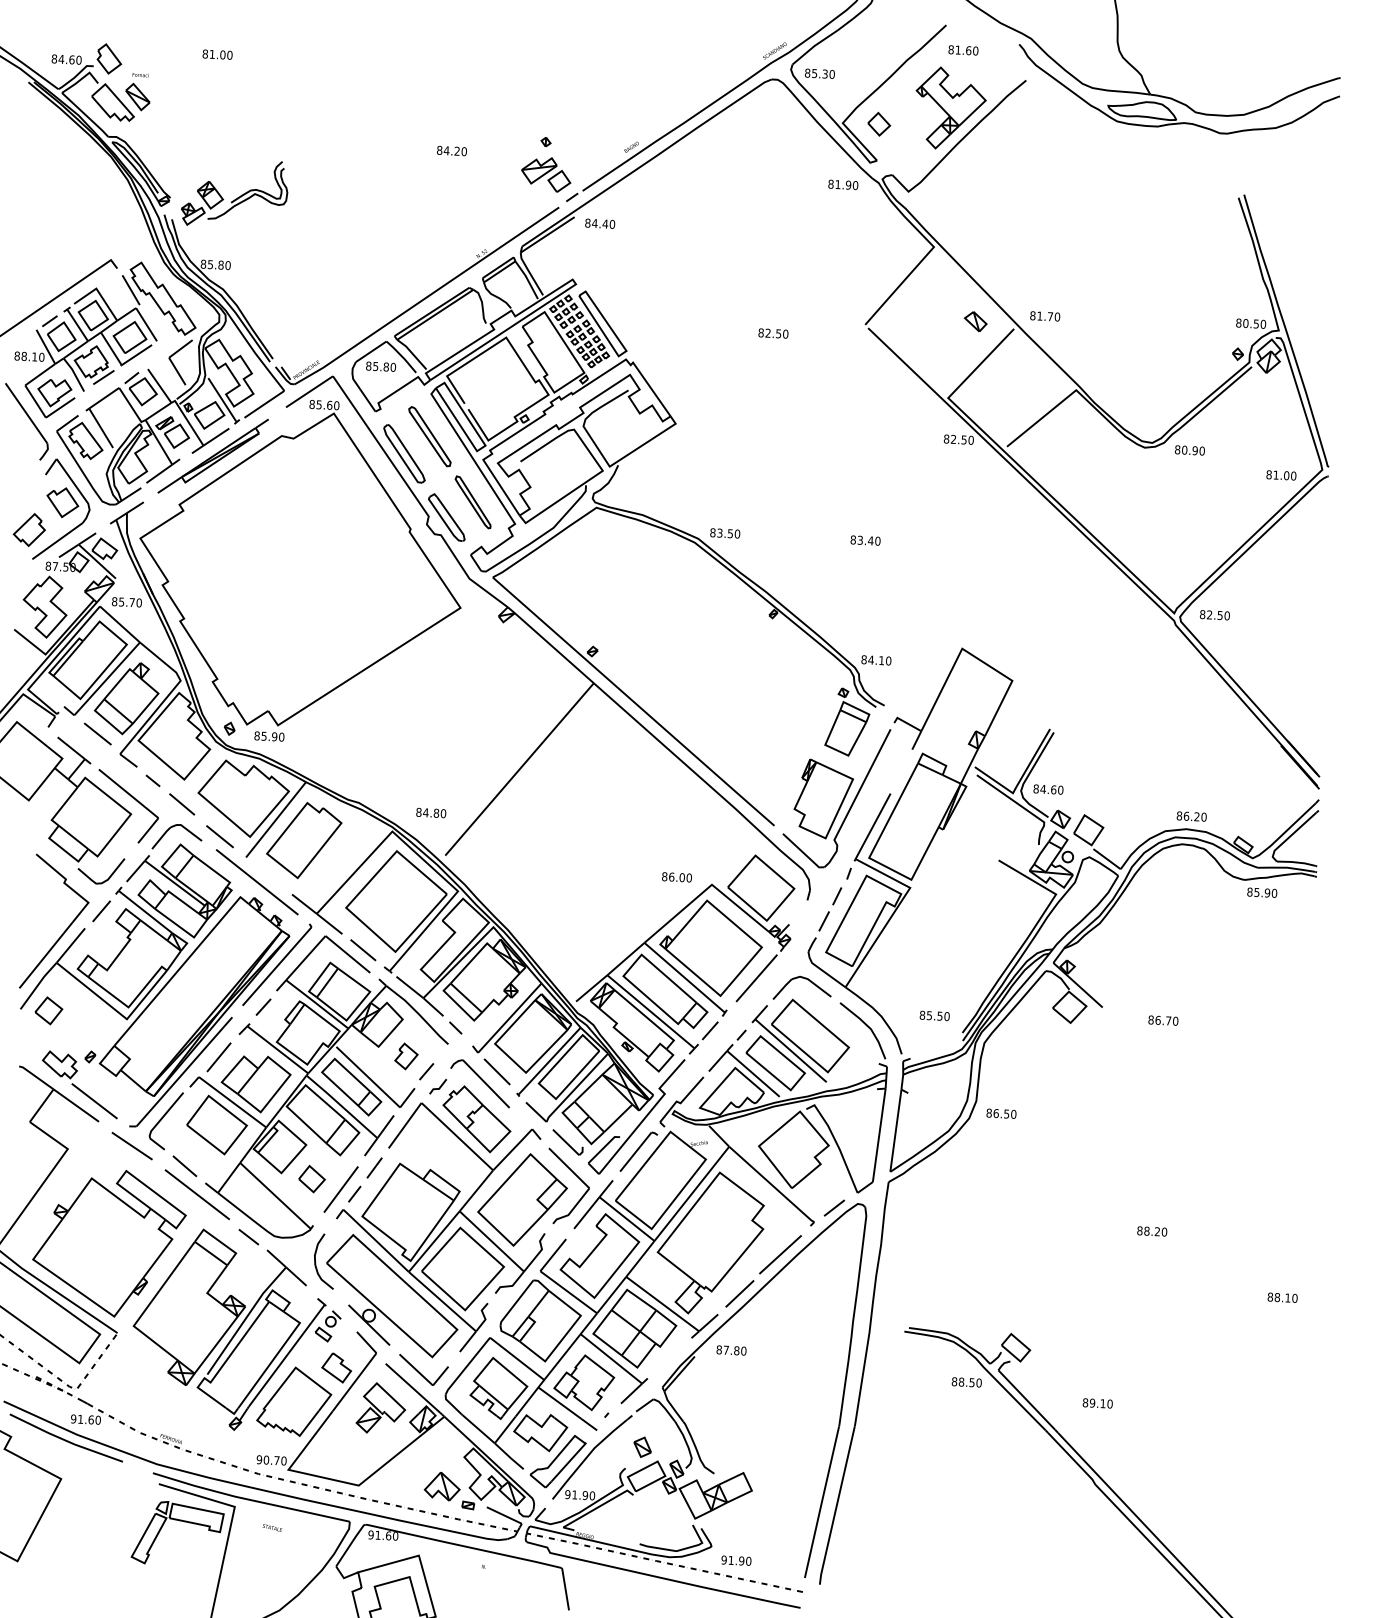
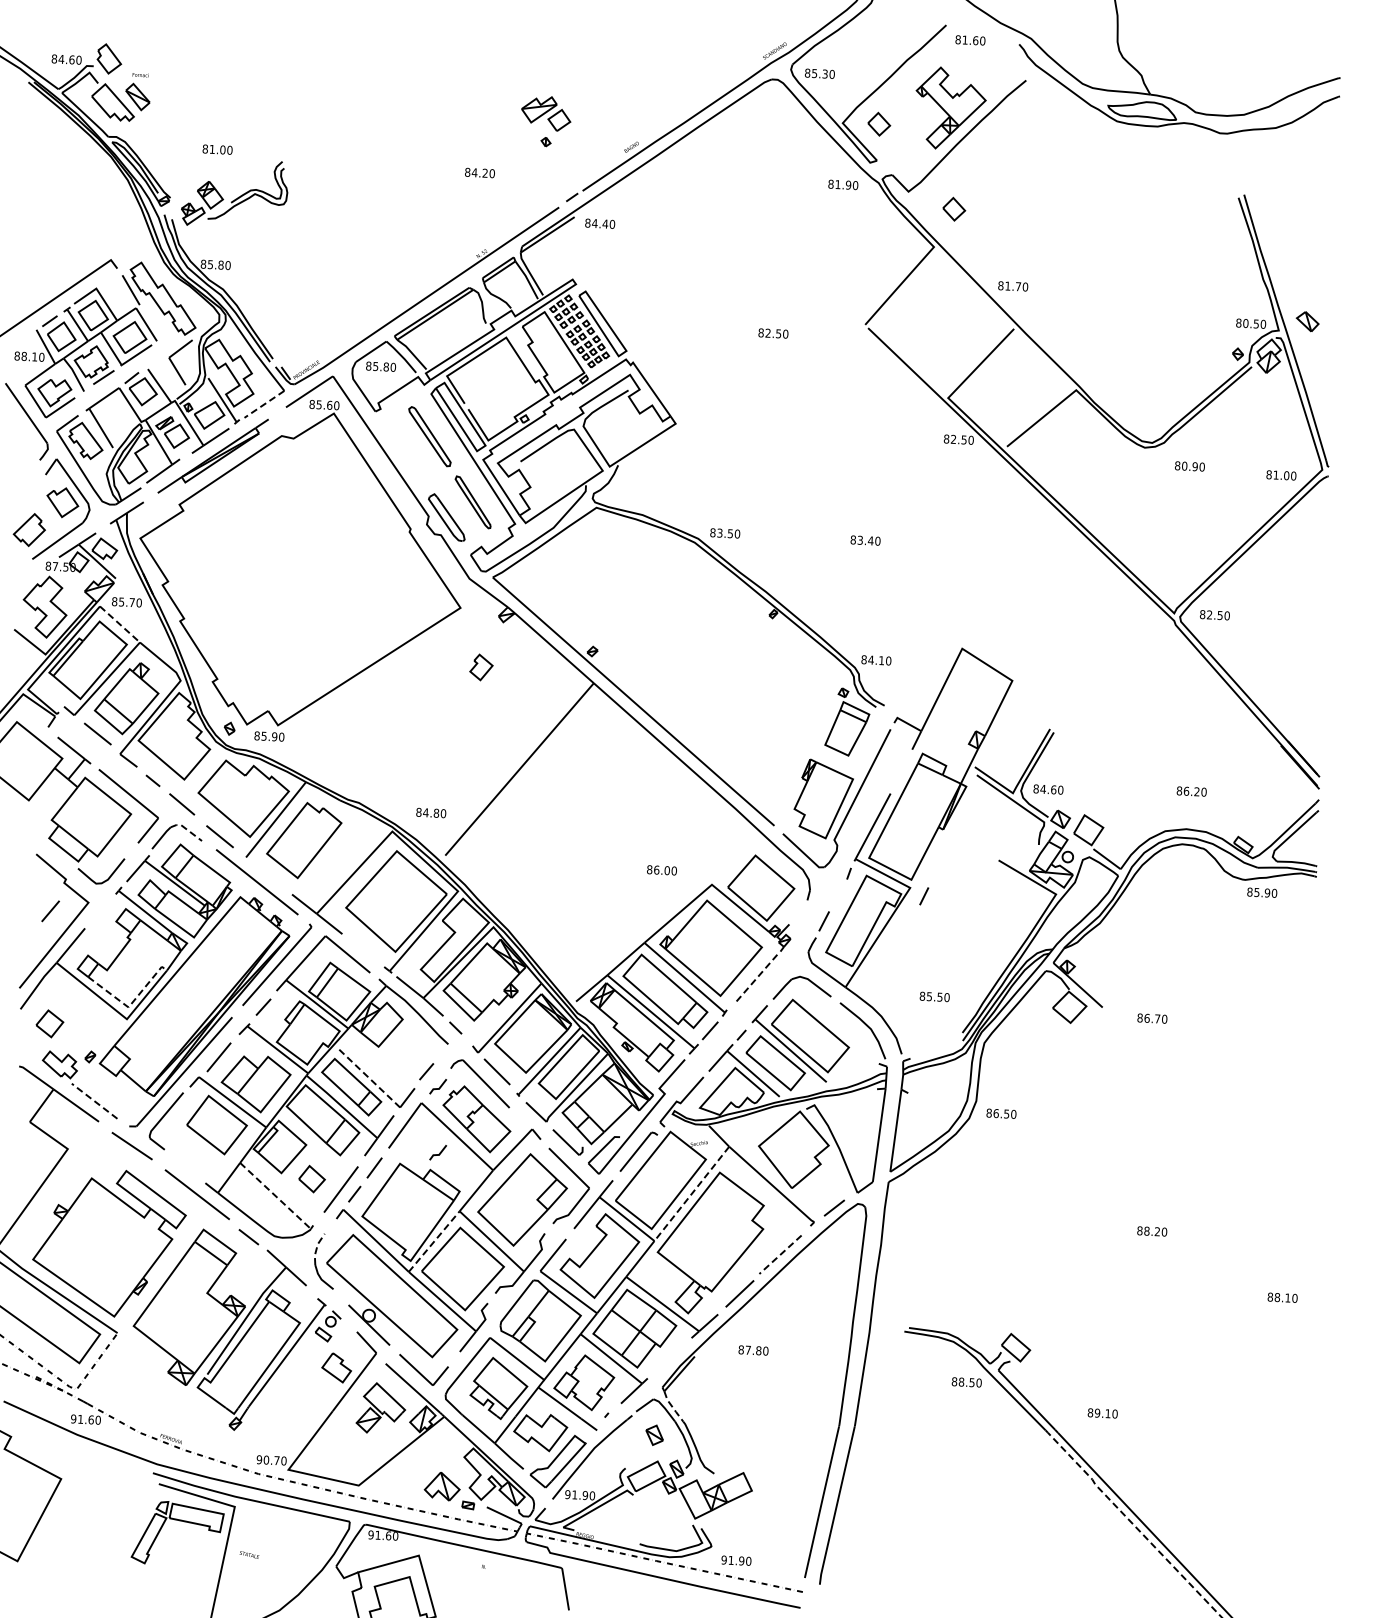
text at (963, 50) position: (963, 50) -> (970, 40)
text at (217, 54) position: (217, 54) -> (217, 149)
text at (451, 150) position: (451, 150) -> (479, 172)
part at (546, 174) position: (546, 174) -> (546, 113)
part at (954, 208): none -> present
text at (1045, 316) position: (1045, 316) -> (1013, 286)
part at (975, 321) position: (975, 321) -> (1307, 321)
line at (264, 404): solid -> dashed
text at (1189, 450) position: (1189, 450) -> (1189, 466)
part at (404, 453): present -> none
line at (120, 624): solid -> dashed
text at (1191, 816) position: (1191, 816) -> (1191, 791)
line at (186, 829): solid -> dashed
text at (676, 877) position: (676, 877) -> (661, 870)
line at (837, 896) position: (837, 896) -> (924, 896)
line at (101, 911) position: (101, 911) -> (50, 911)
line at (363, 950): present -> none
line at (756, 978): solid -> dashed
line at (131, 1003): solid -> dashed
part at (48, 1010) position: (48, 1010) -> (49, 1023)
text at (934, 1015) position: (934, 1015) -> (934, 996)
text at (1163, 1020) position: (1163, 1020) -> (1152, 1018)
part at (406, 1056) position: (406, 1056) -> (481, 667)
line at (367, 1076): solid -> dashed
line at (94, 1101): solid -> dashed
line at (439, 1152): none -> present
line at (184, 1166): present -> none
line at (691, 1194): solid -> dashed
line at (275, 1196): solid -> dashed
line at (434, 1241): solid -> dashed
line at (316, 1247): solid -> dashed
line at (780, 1254): solid -> dashed
text at (731, 1350) position: (731, 1350) -> (753, 1350)
part at (294, 1401): present -> none
text at (1097, 1403) position: (1097, 1403) -> (1102, 1413)
line at (672, 1407): solid -> dashed
line at (65, 1439): present -> none
part at (642, 1446) position: (642, 1446) -> (654, 1434)
line at (1133, 1524): solid -> dashed
text at (272, 1527) position: (272, 1527) -> (249, 1554)
